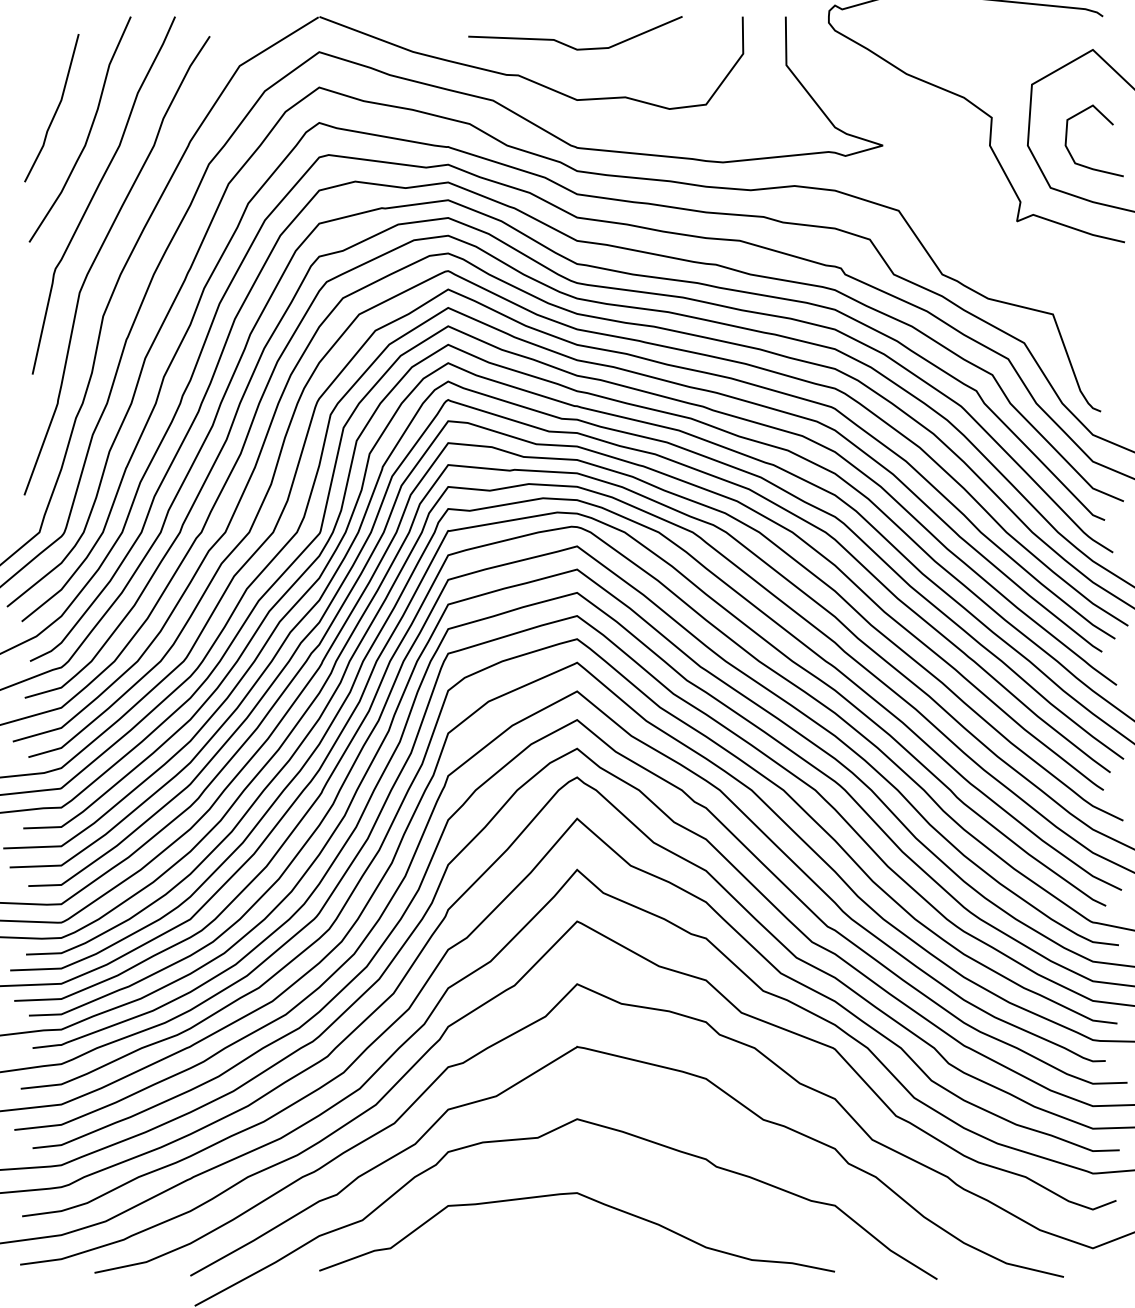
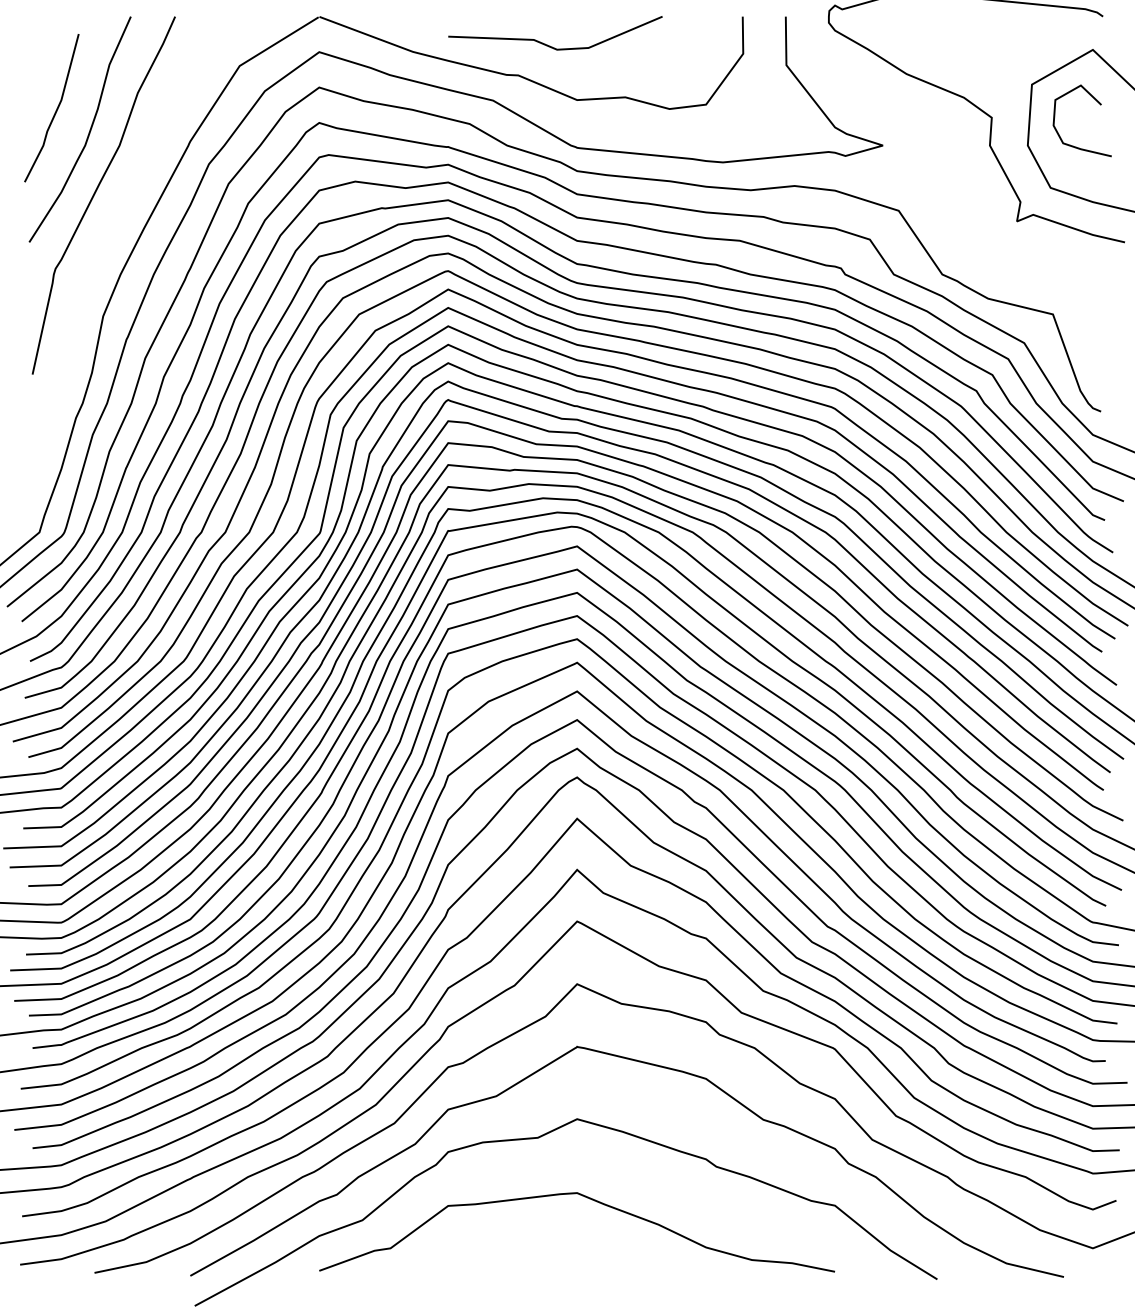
line at (570, 45) position: (570, 45) -> (550, 45)
curve at (1110, 123) position: (1110, 123) -> (1098, 103)
curve at (98, 255): present -> none
